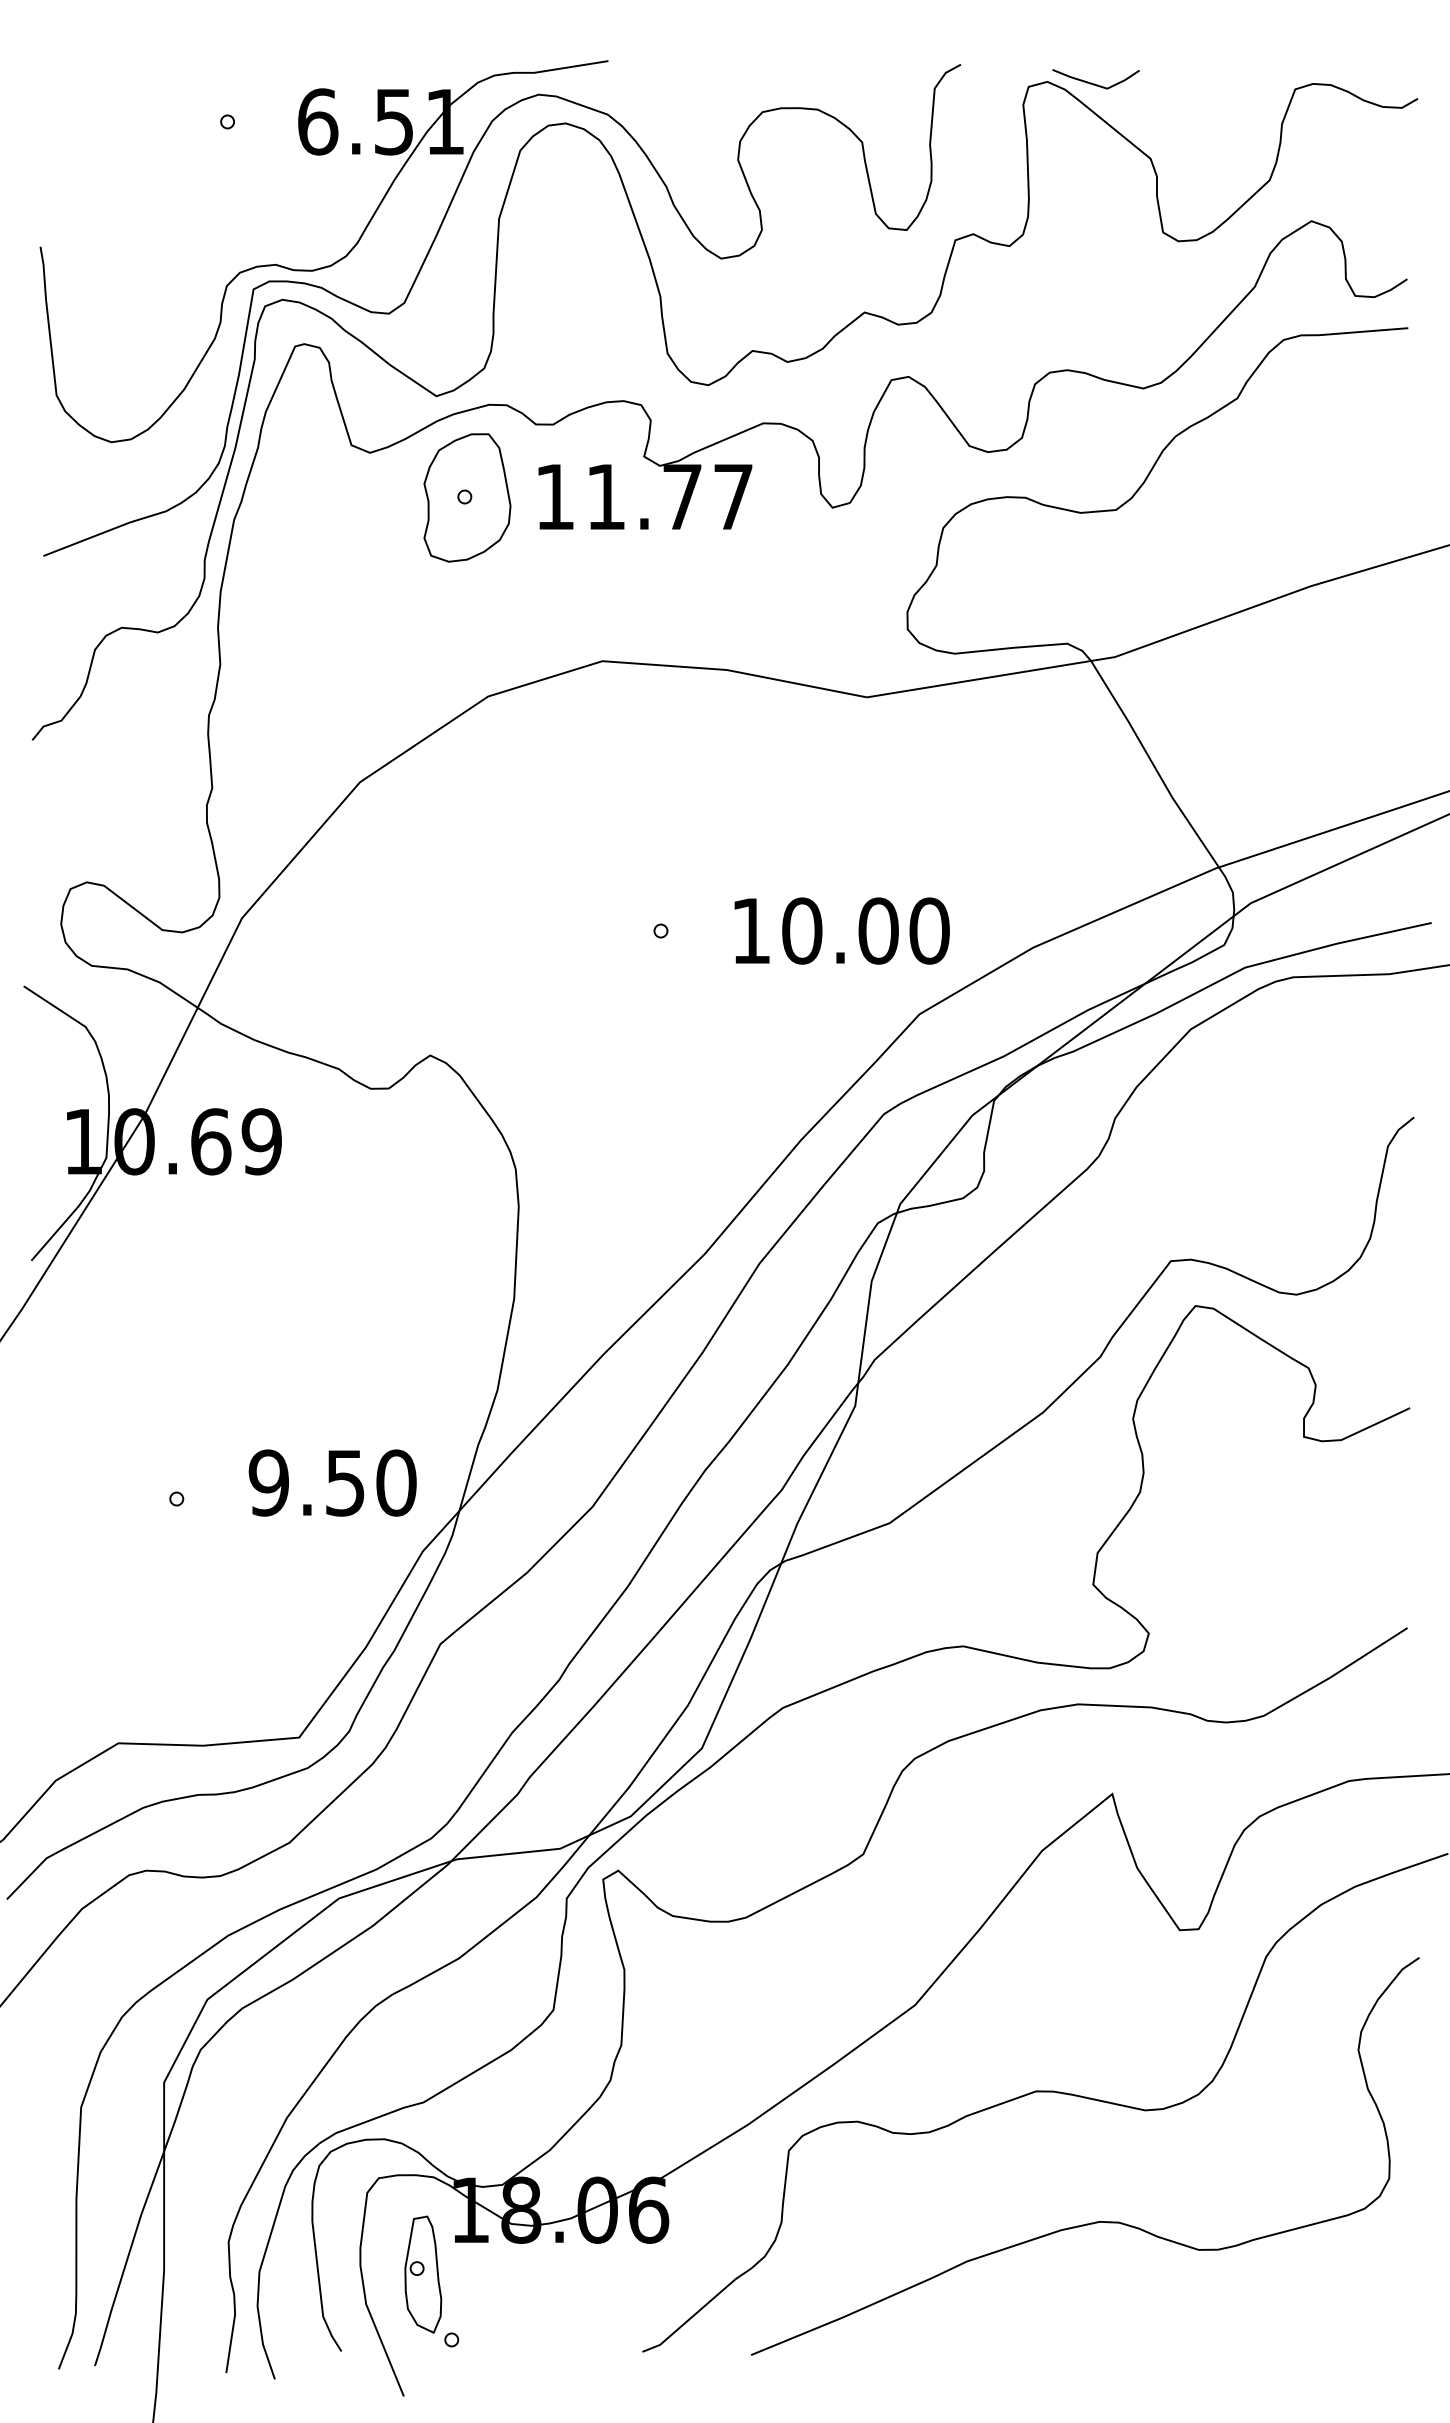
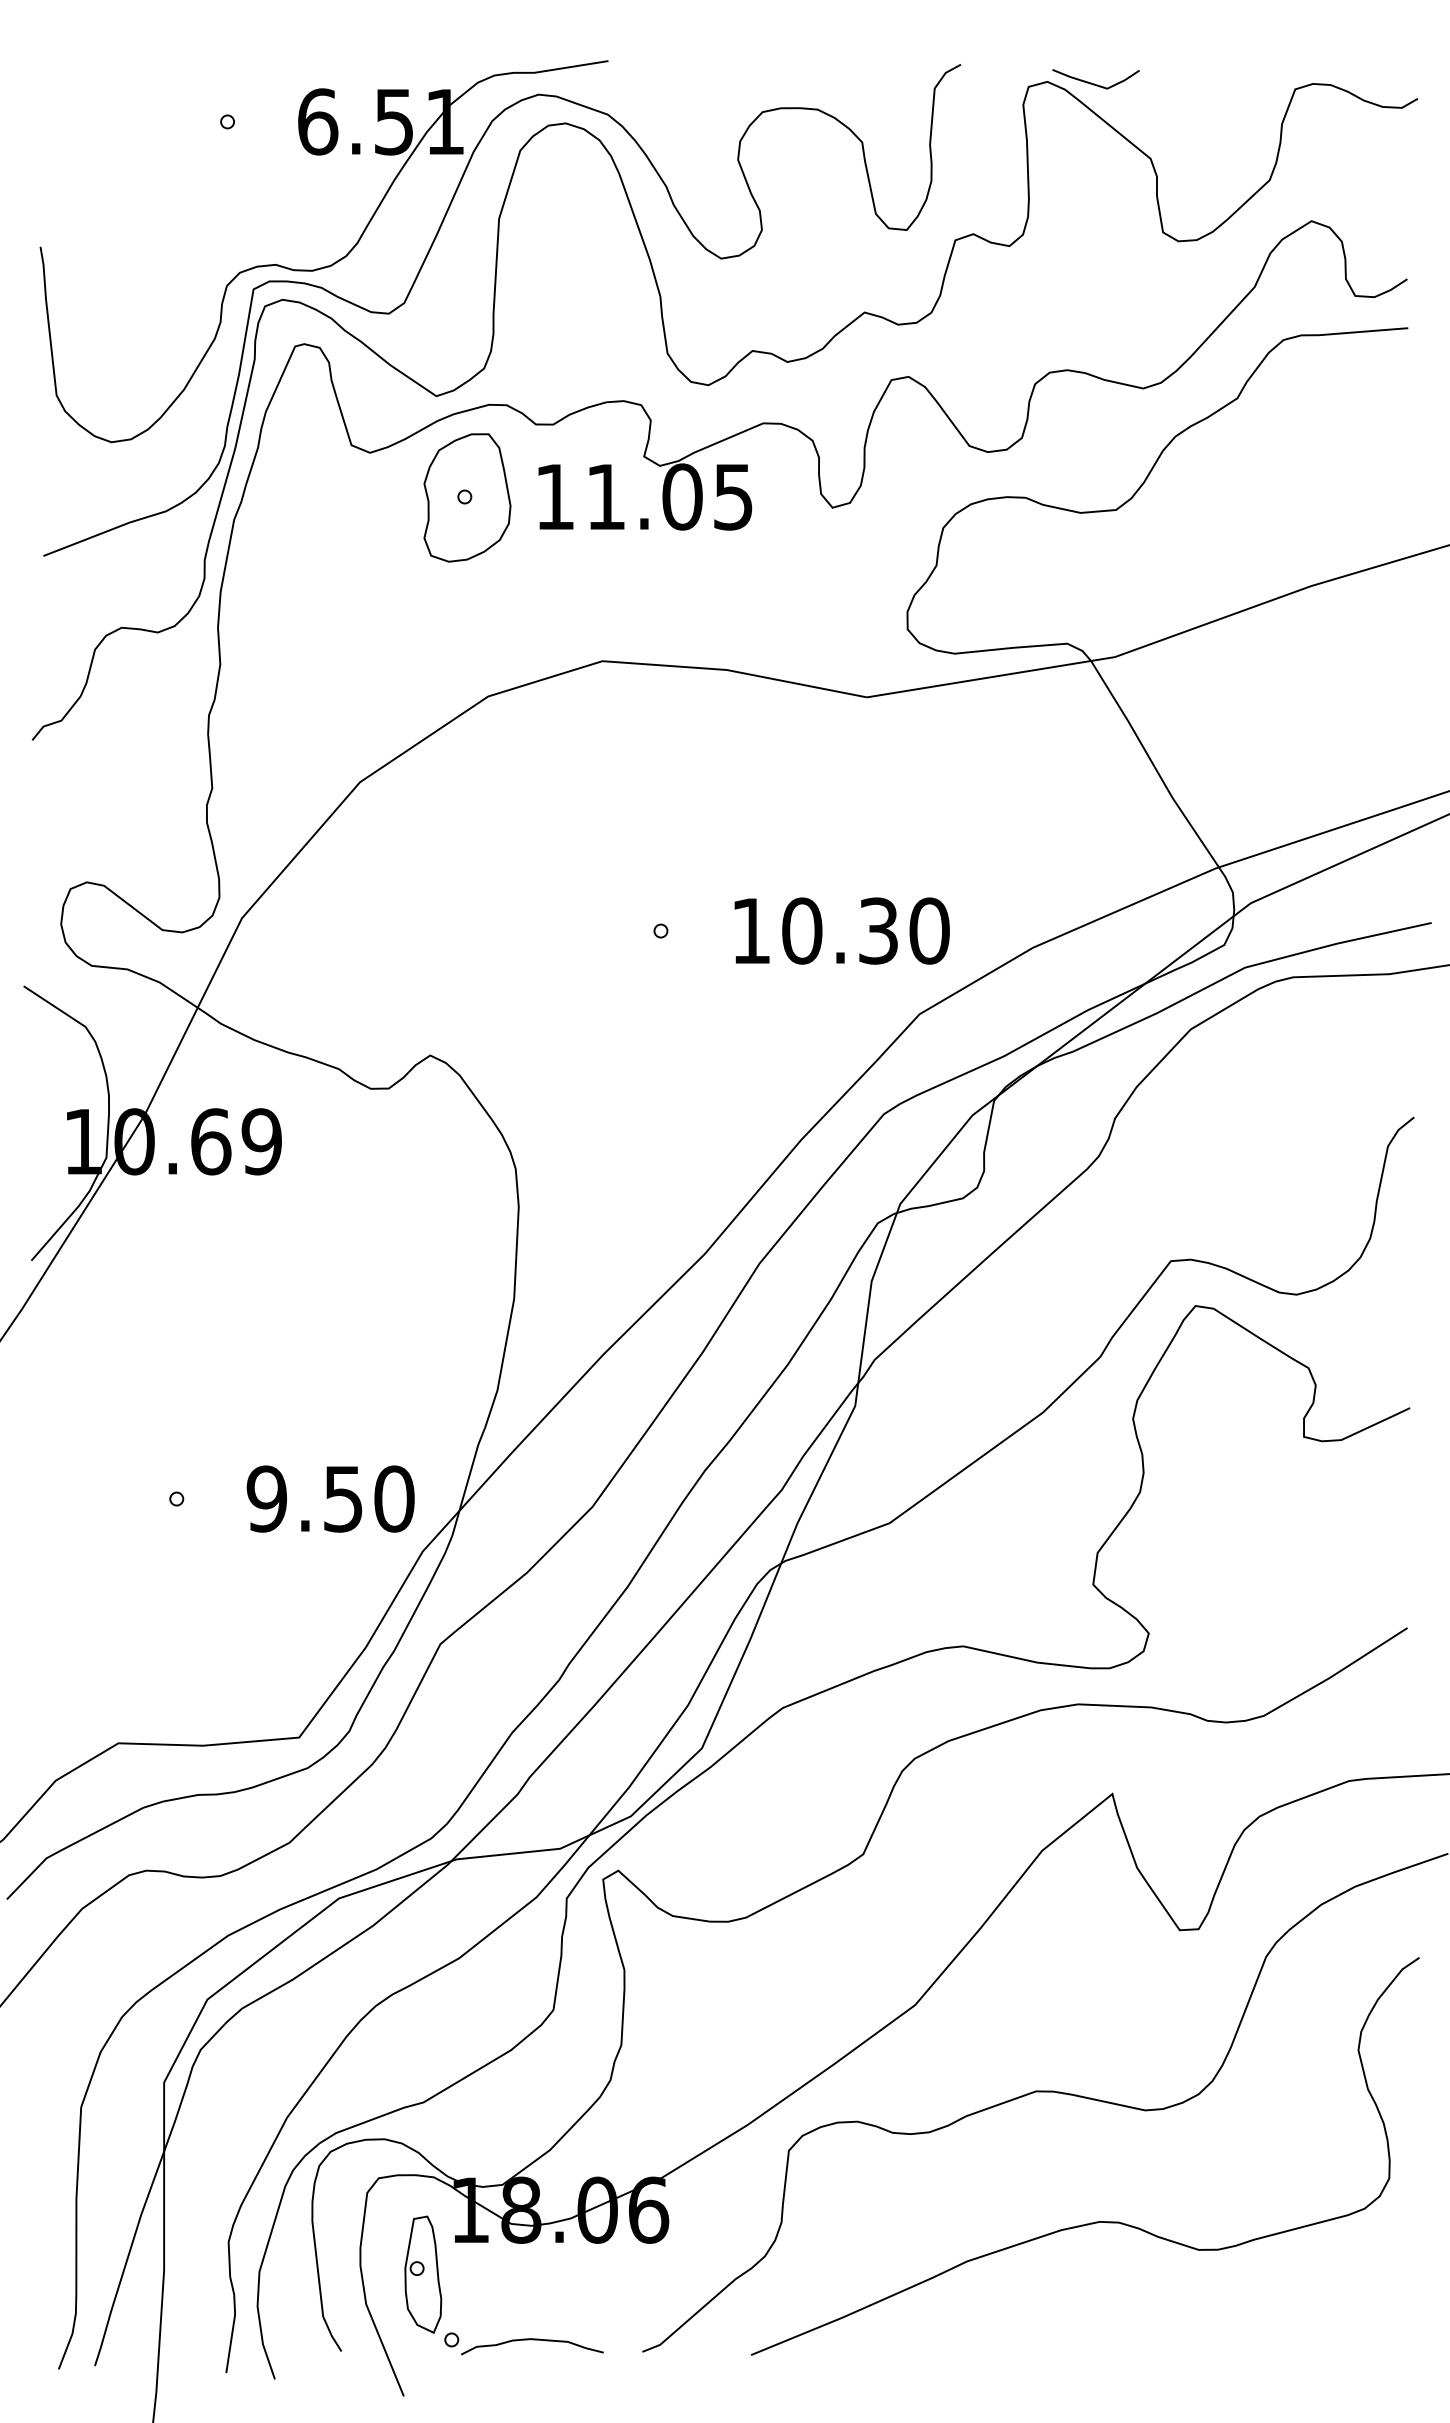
text at (707, 496): 11.77 -> 11.05
text at (878, 930): 10.00 -> 10.30
text at (332, 1482) position: (332, 1482) -> (330, 1498)
curve at (532, 2340): none -> present
